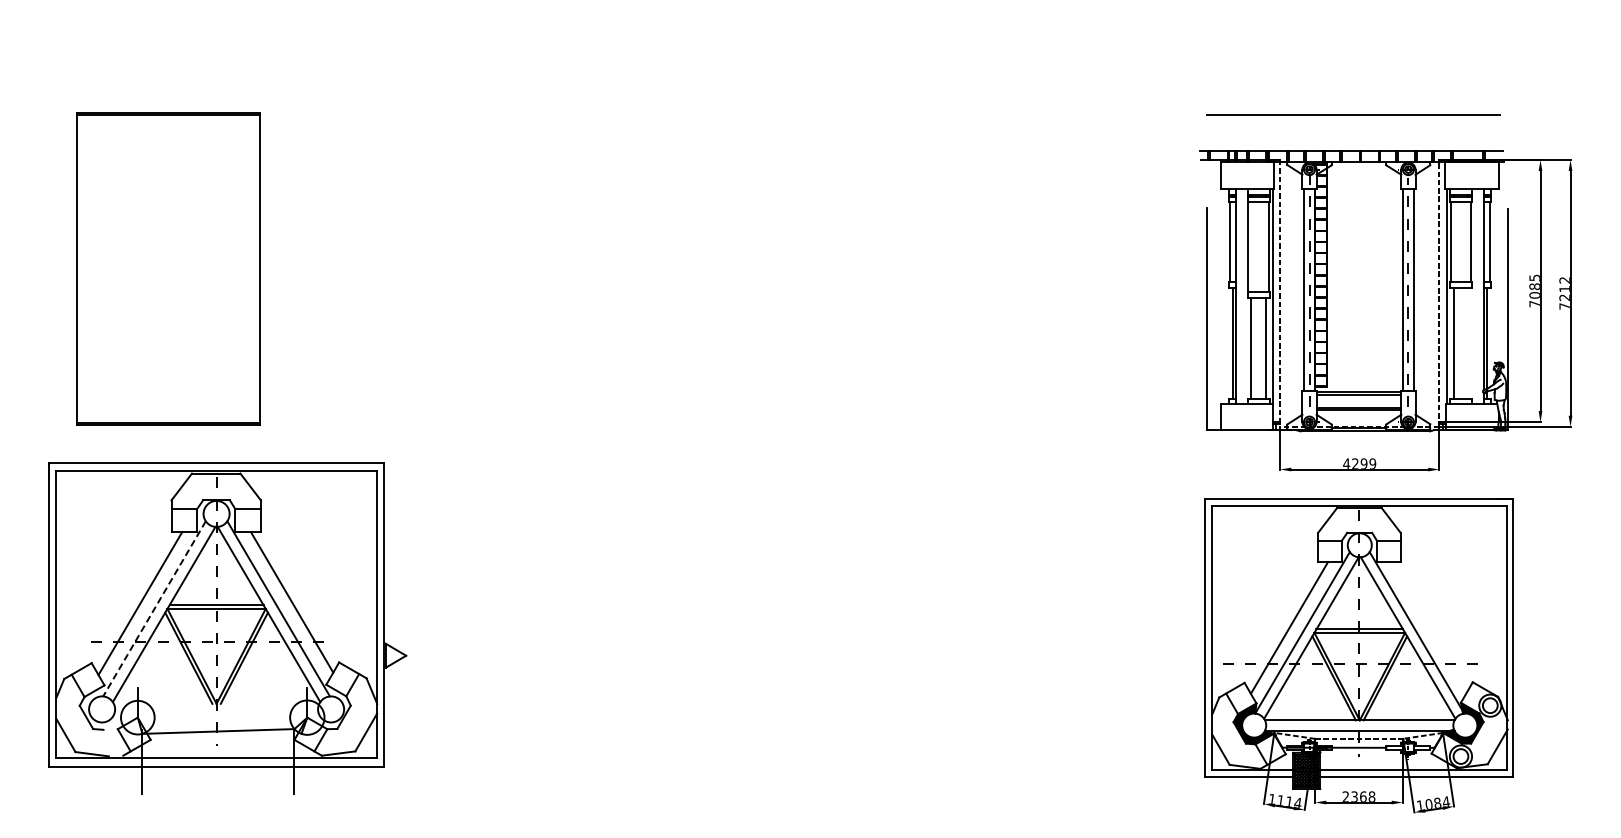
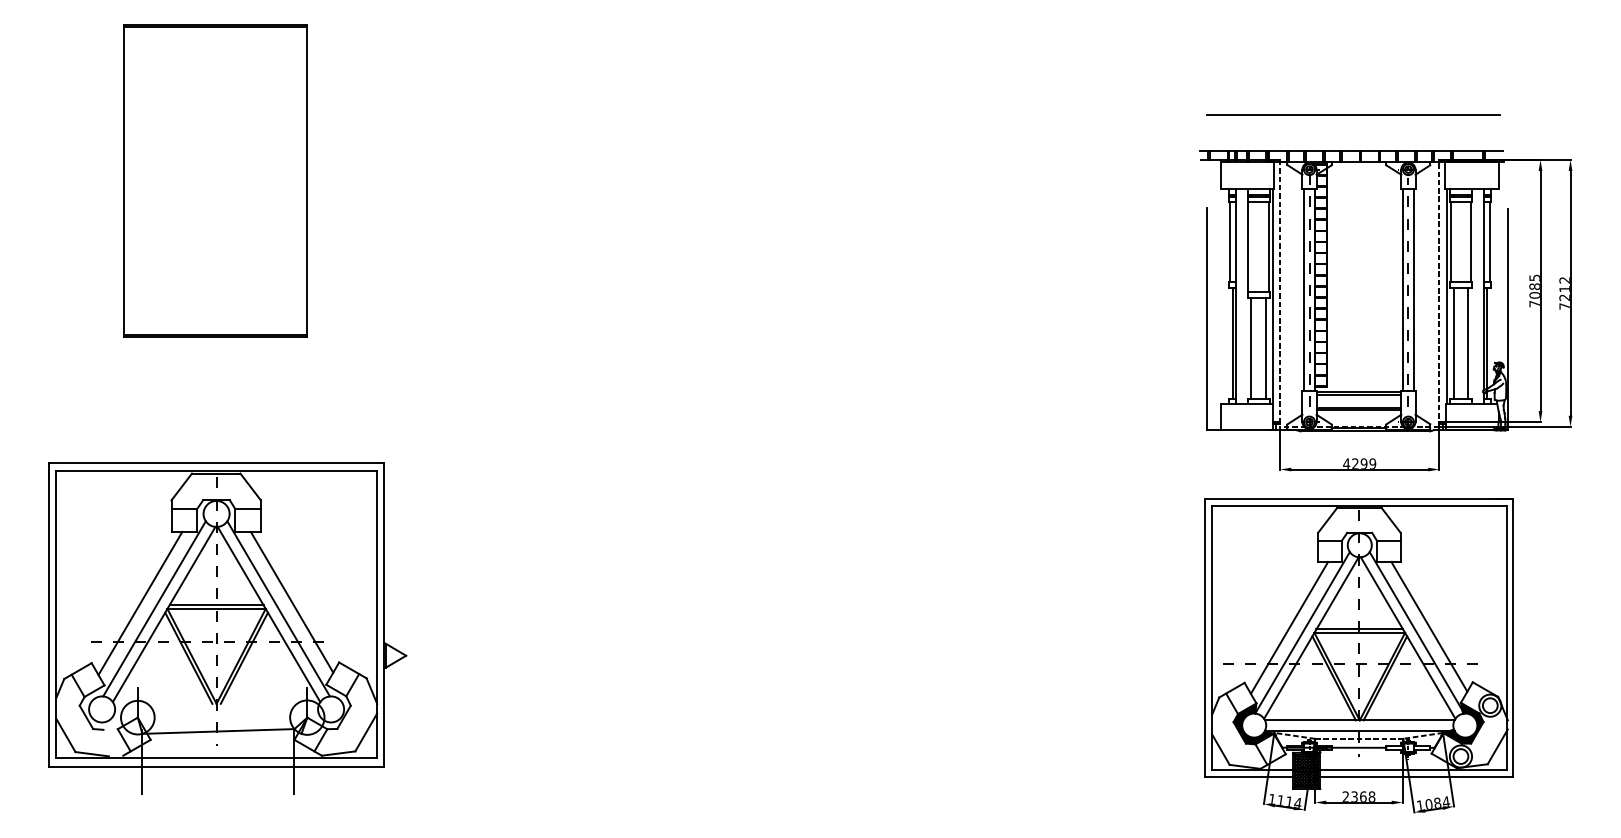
part at (168, 268) position: (168, 268) -> (215, 180)
line at (1468, 342): none -> present
line at (154, 609): dashed -> solid
line at (1429, 626): none -> present
